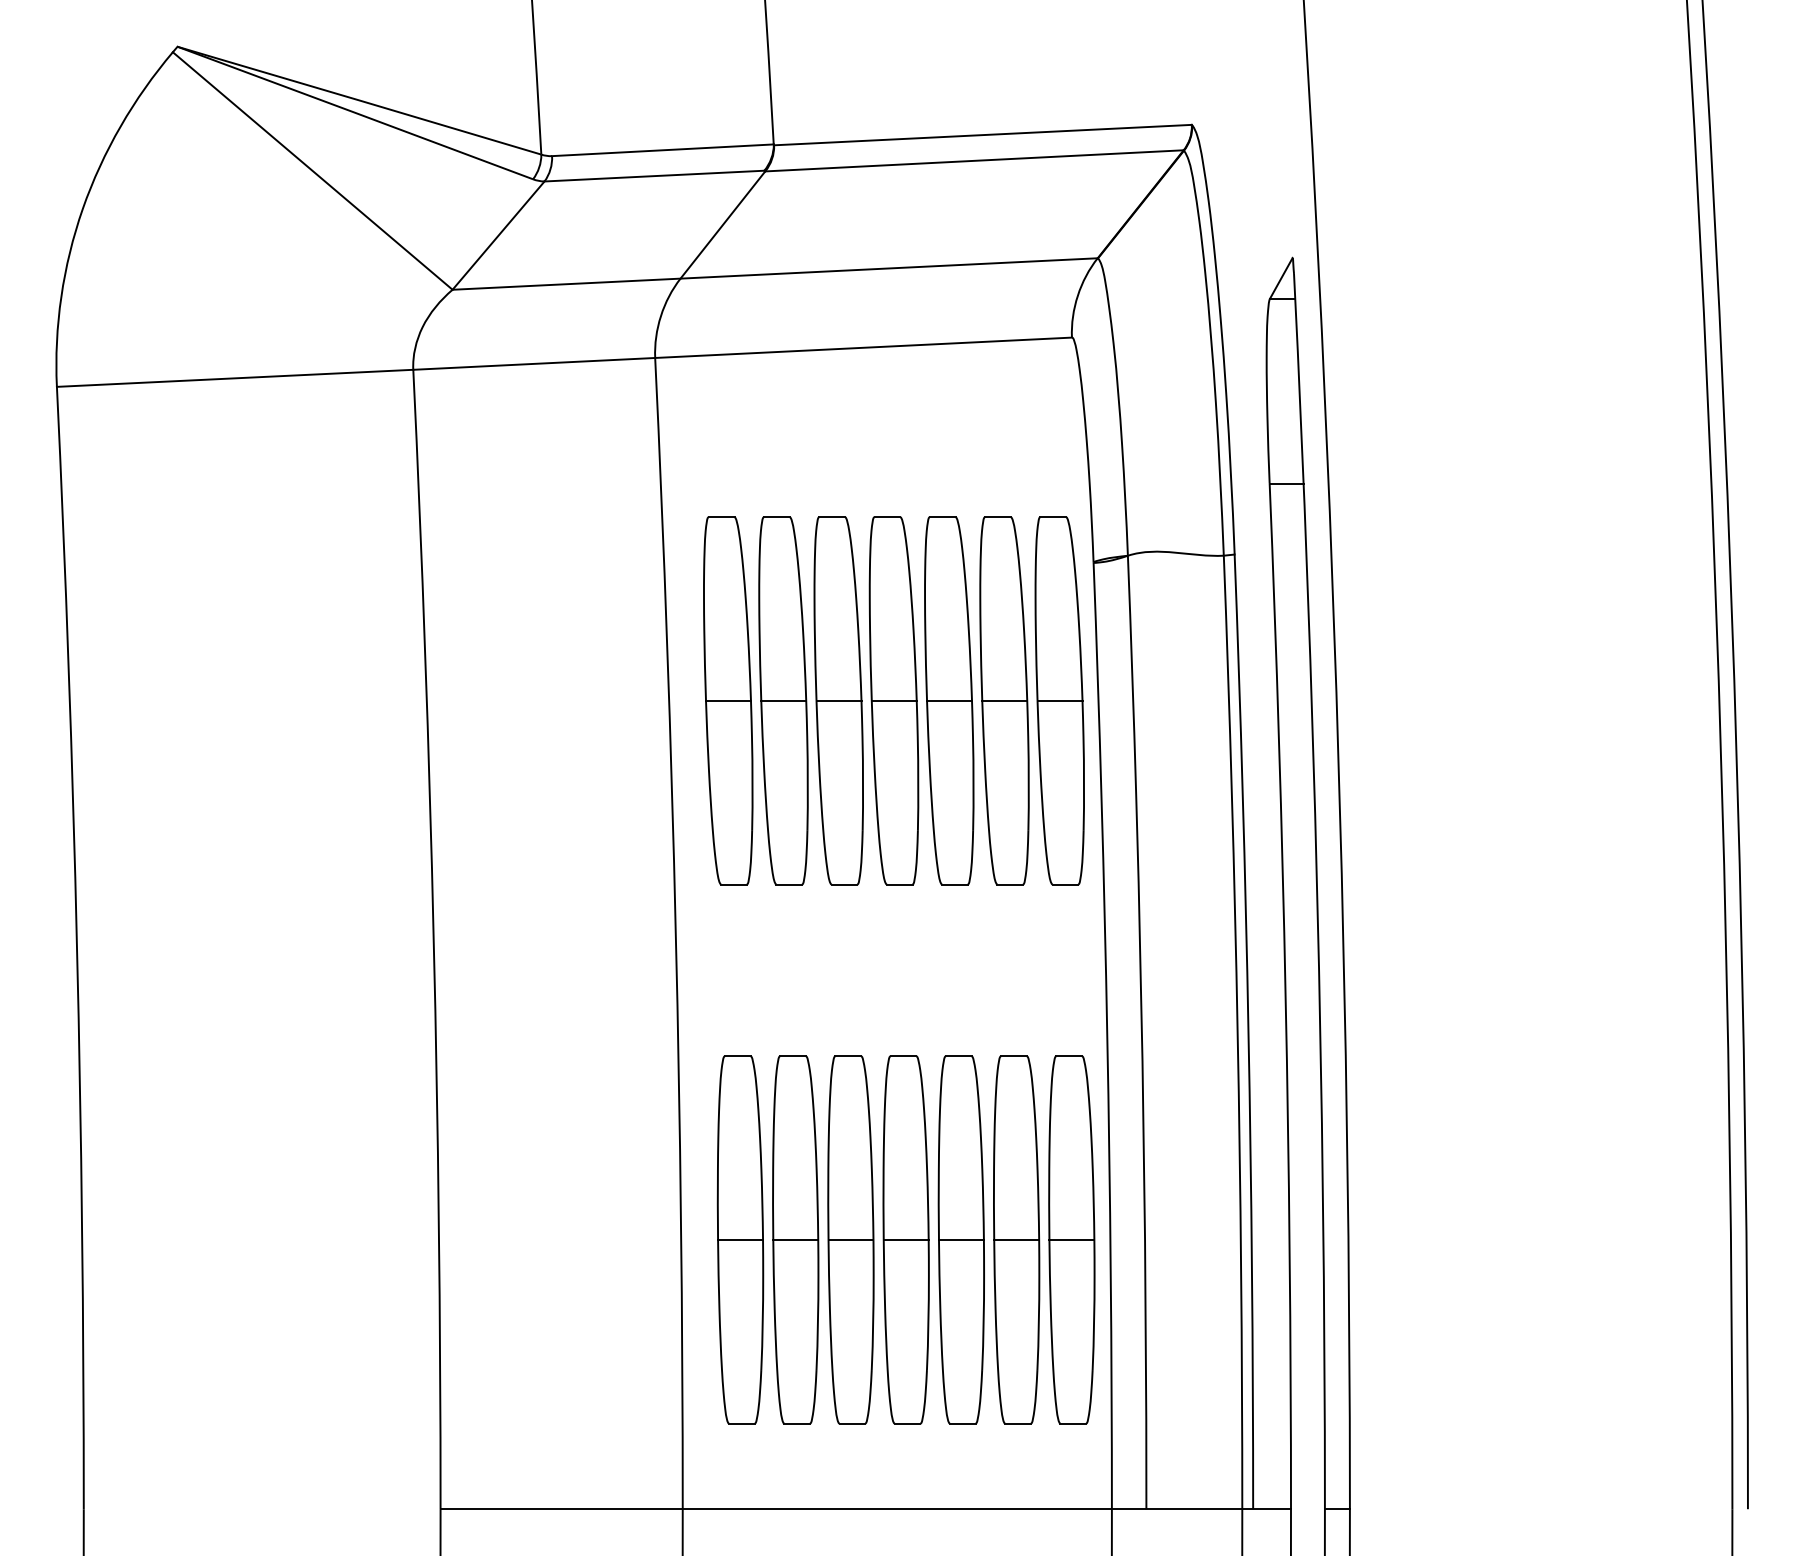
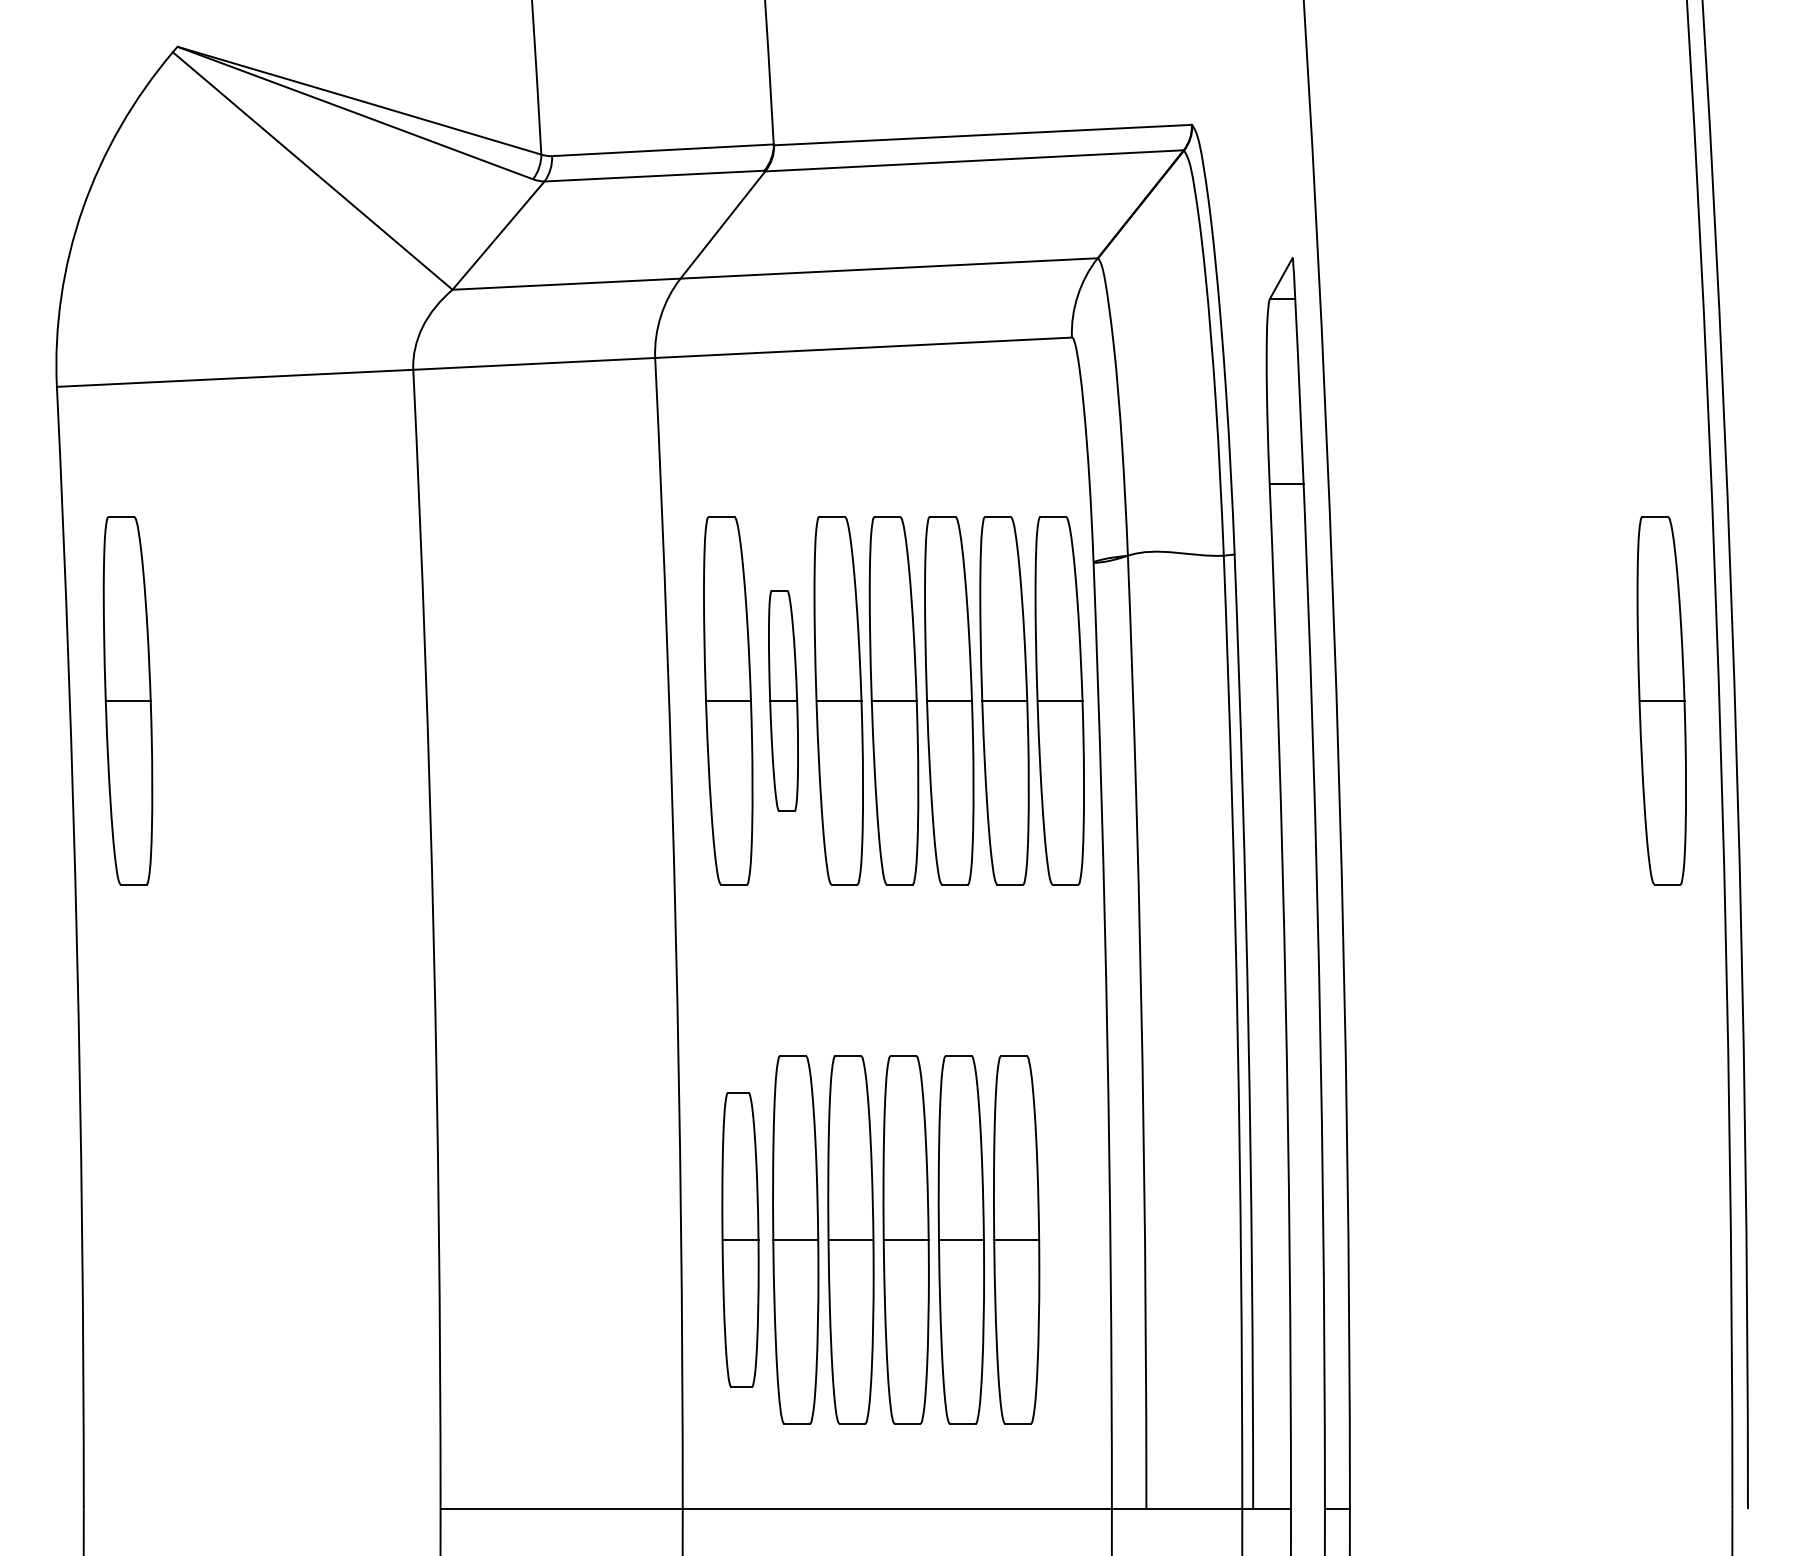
part at (127, 700): none -> present
part at (783, 700) size: 51x370 px -> 31x222 px
part at (1661, 700): none -> present
part at (740, 1239) size: 49x370 px -> 39x296 px
part at (1071, 1239): present -> none
